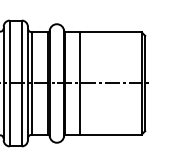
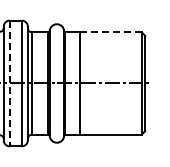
line at (110, 32): solid -> dashed
line at (9, 83): solid -> dashed
